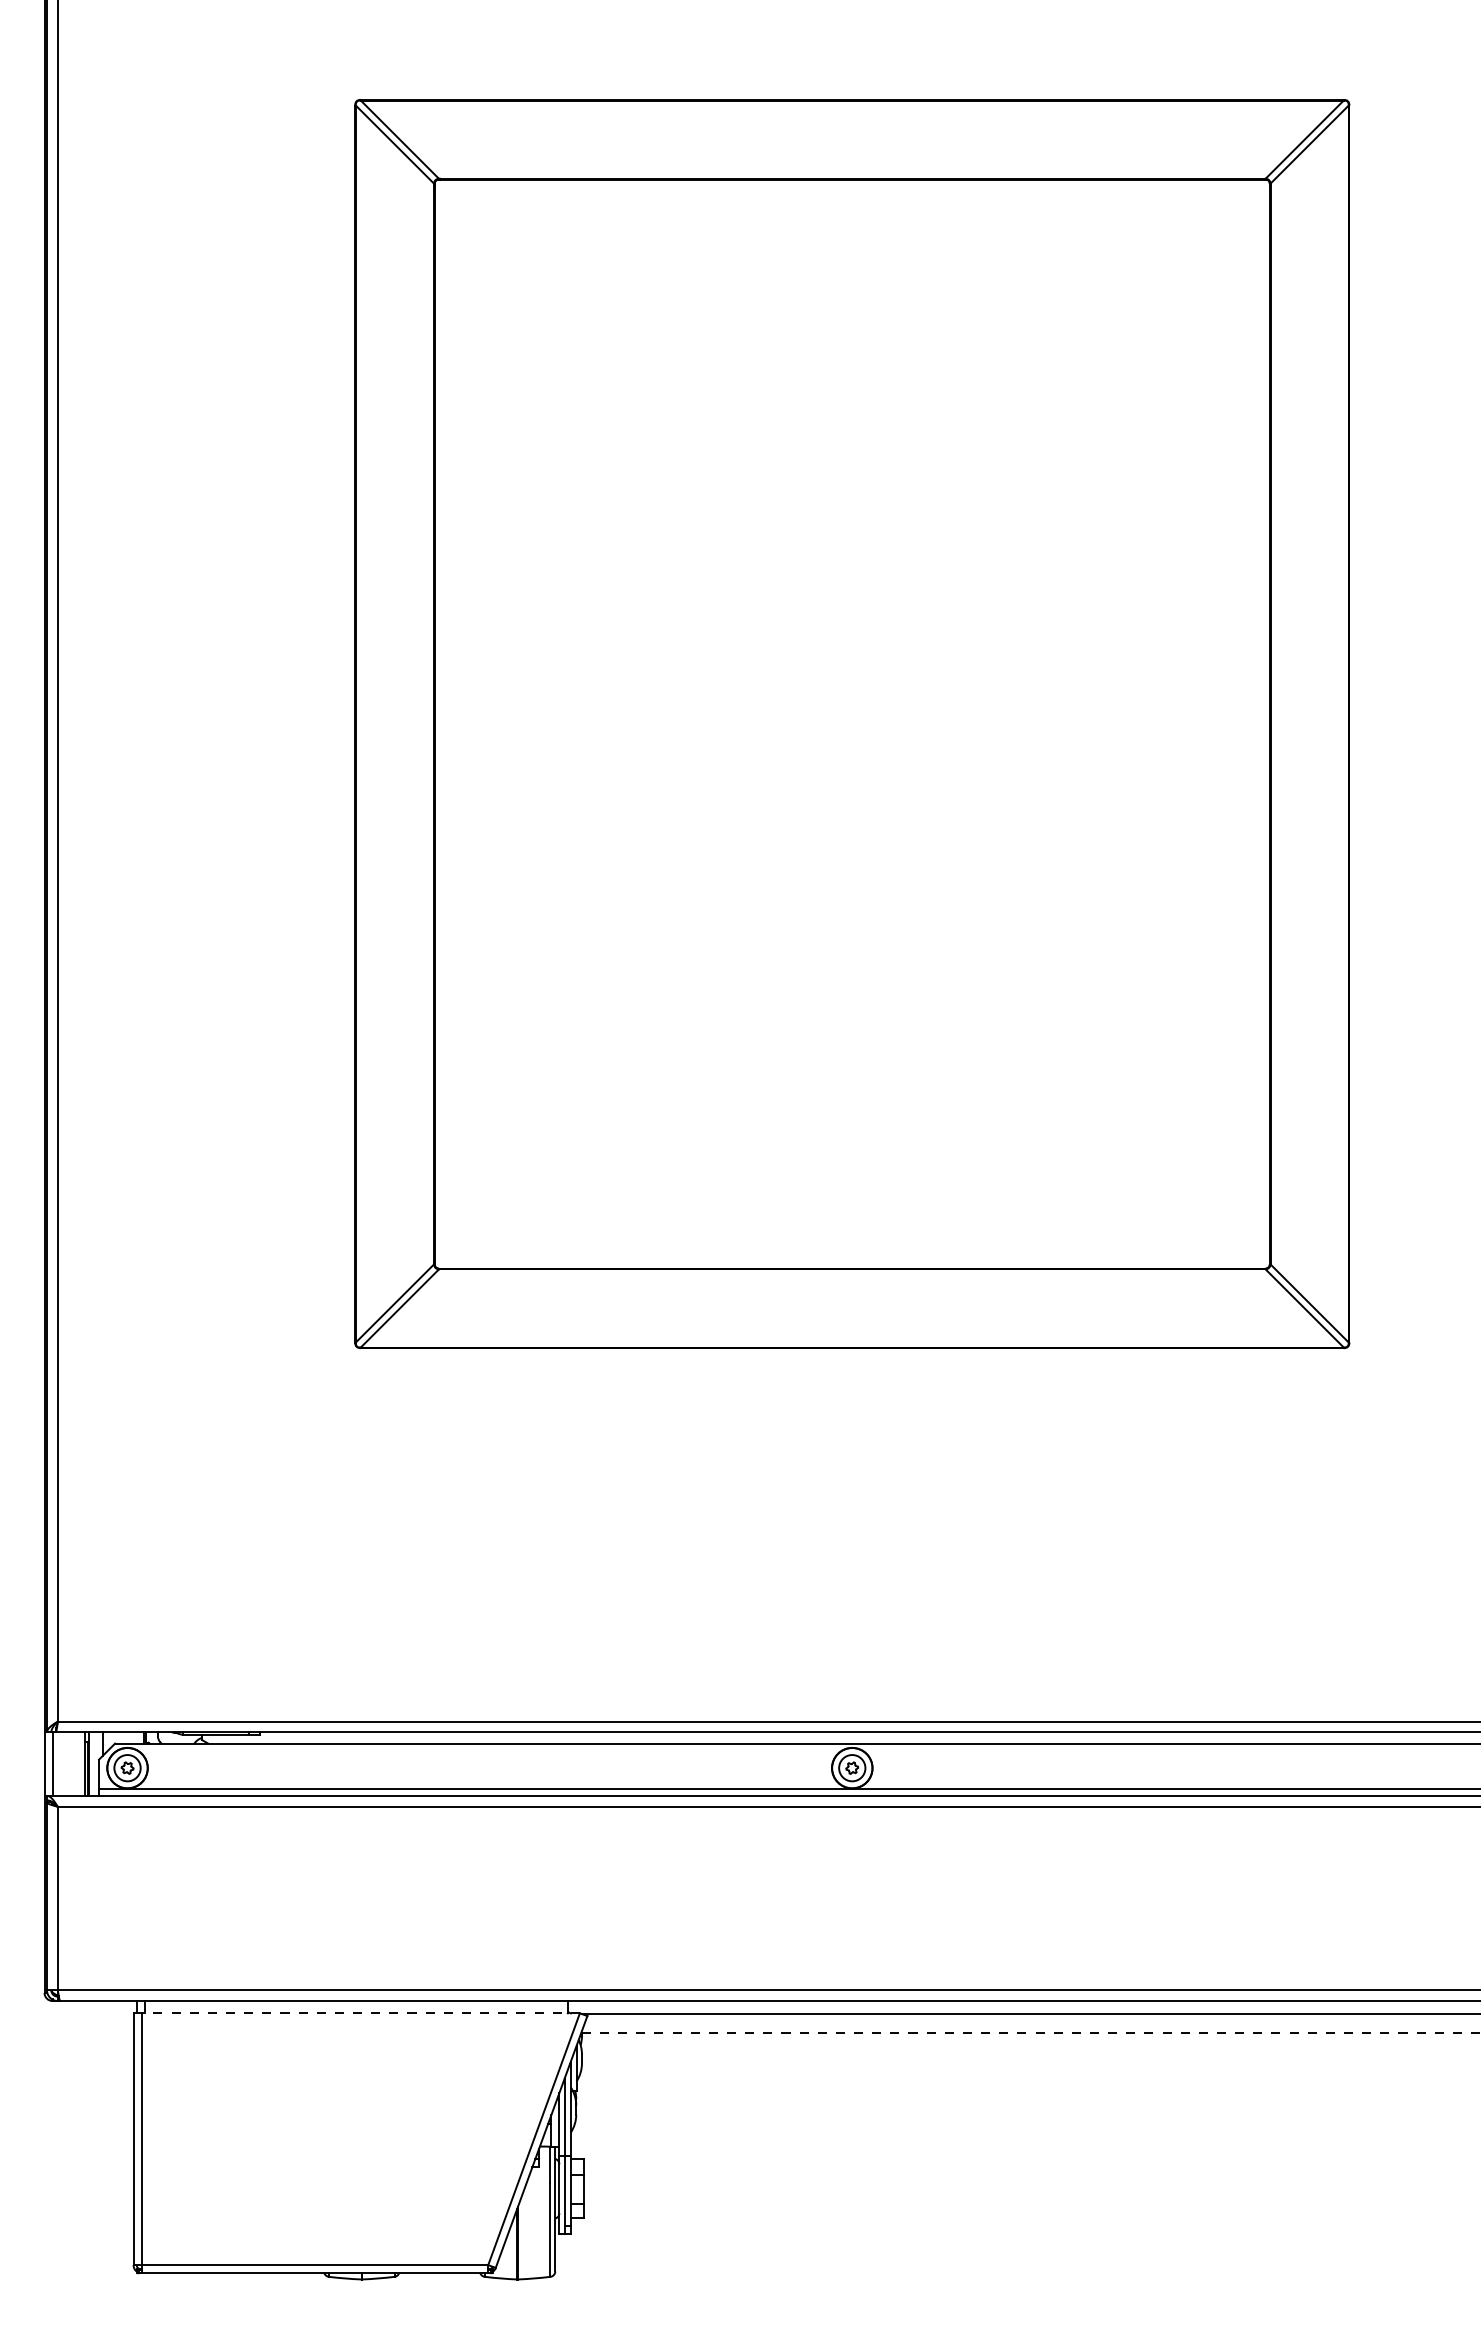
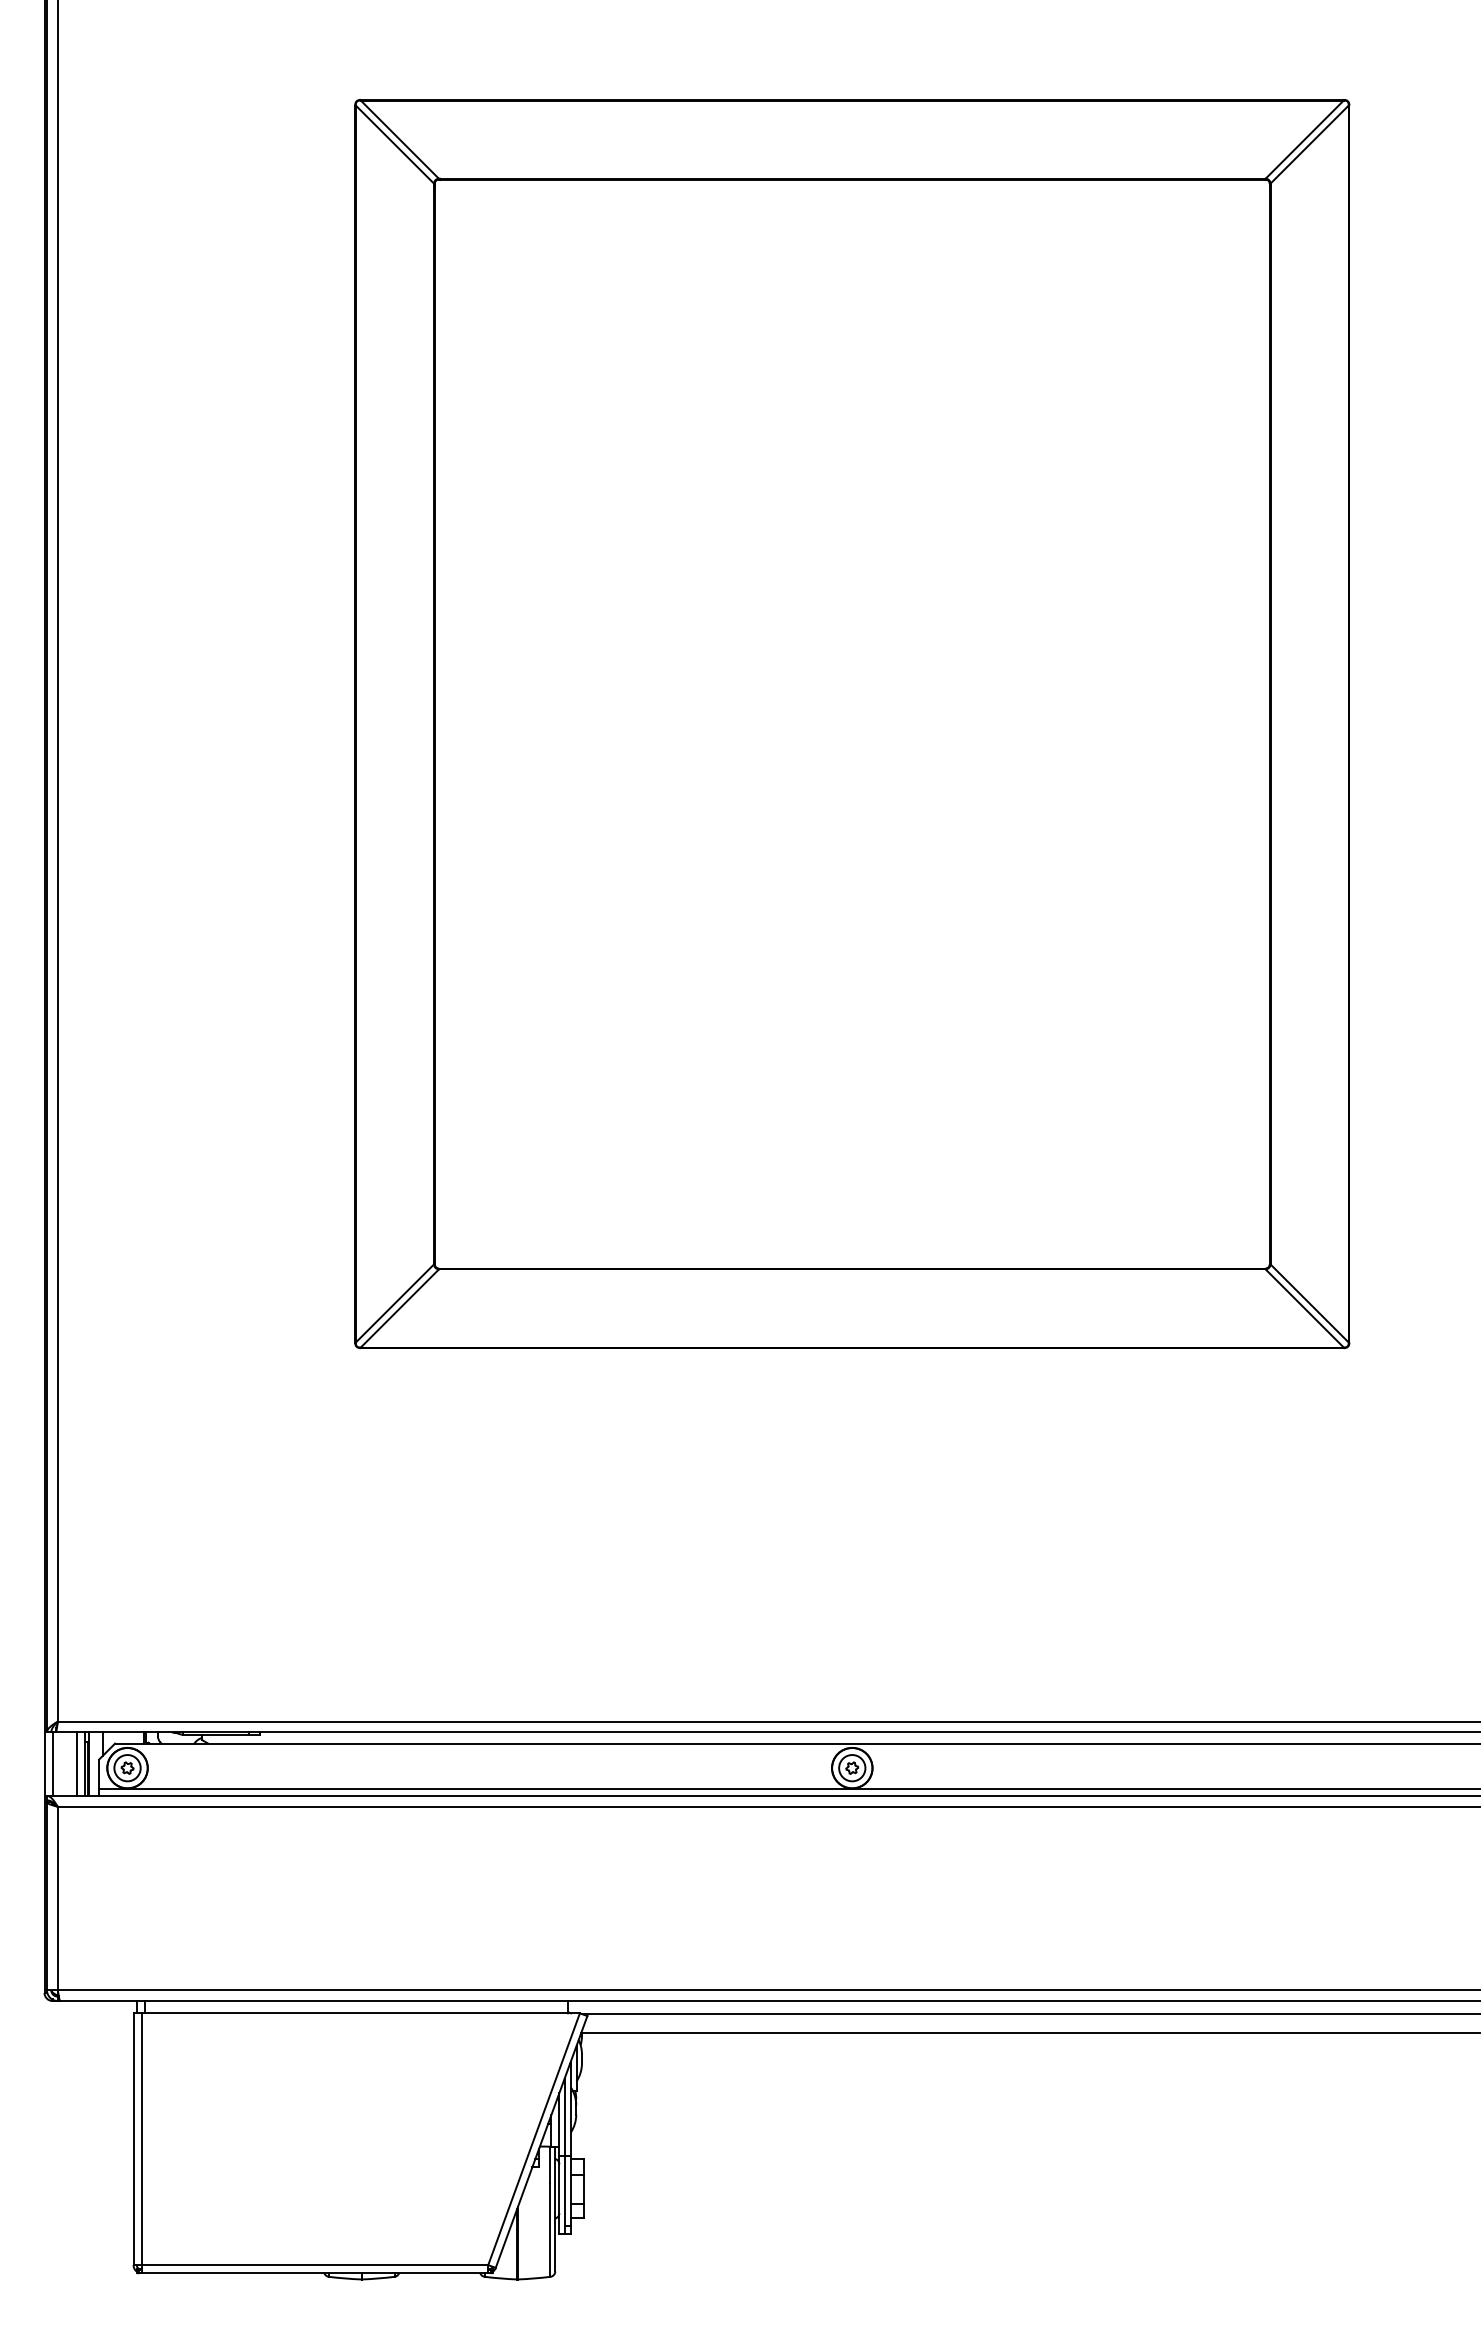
line at (77, 1763): none -> present
line at (360, 2013): dashed -> solid
line at (1030, 2033): dashed -> solid
